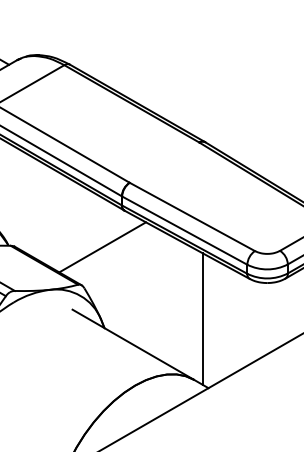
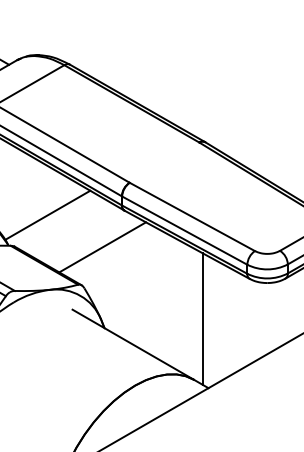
line at (47, 214): none -> present
